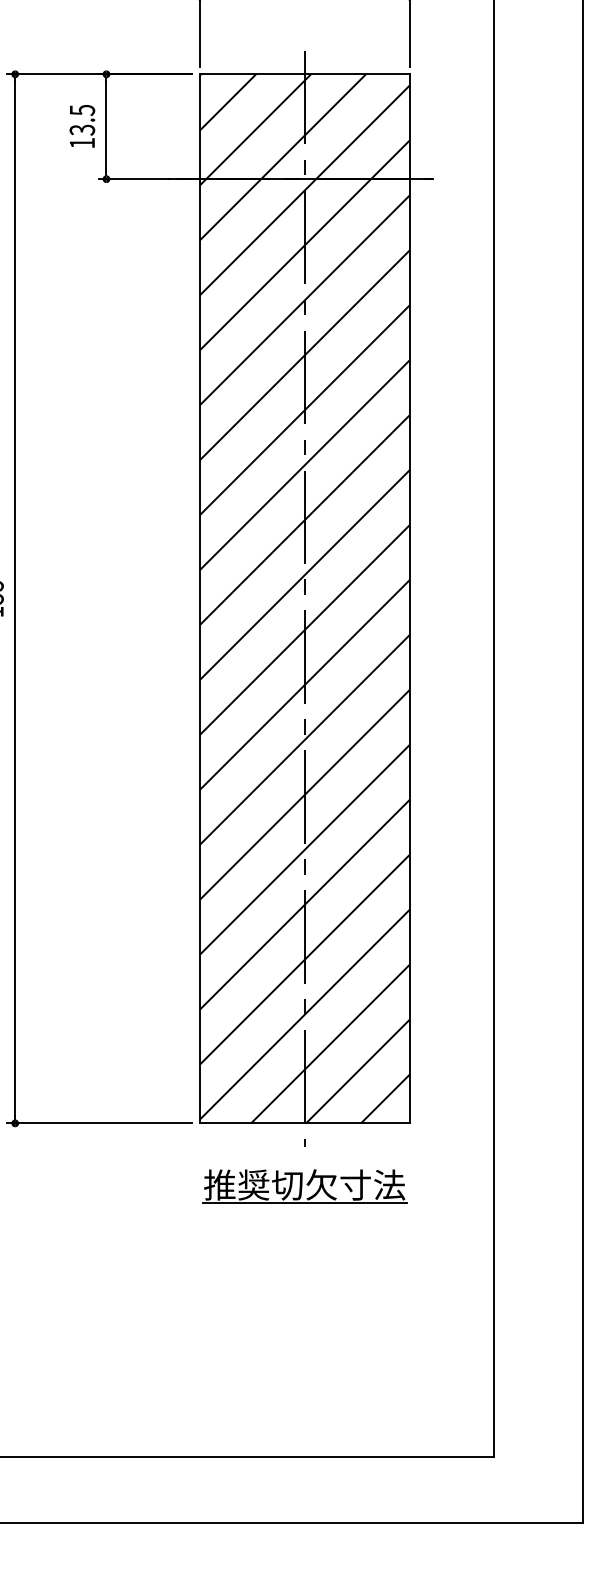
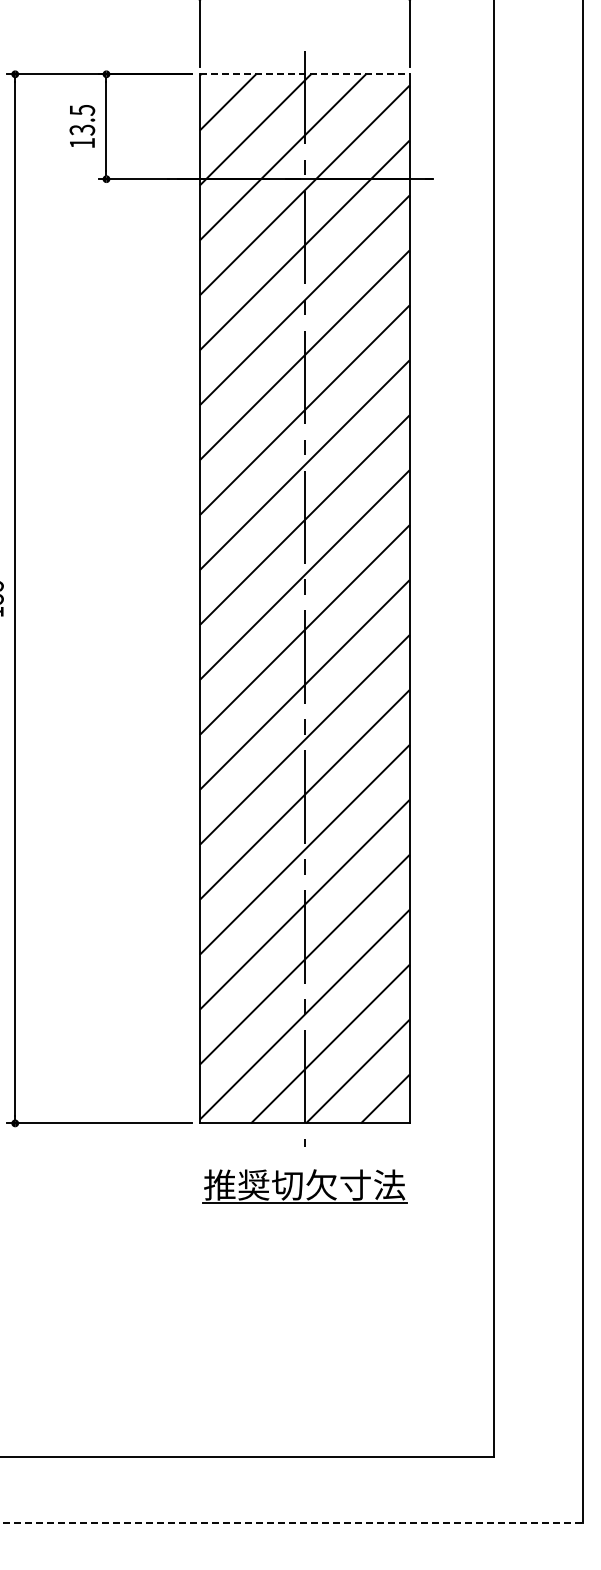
line at (304, 74): solid -> dashed
line at (292, 1522): solid -> dashed
